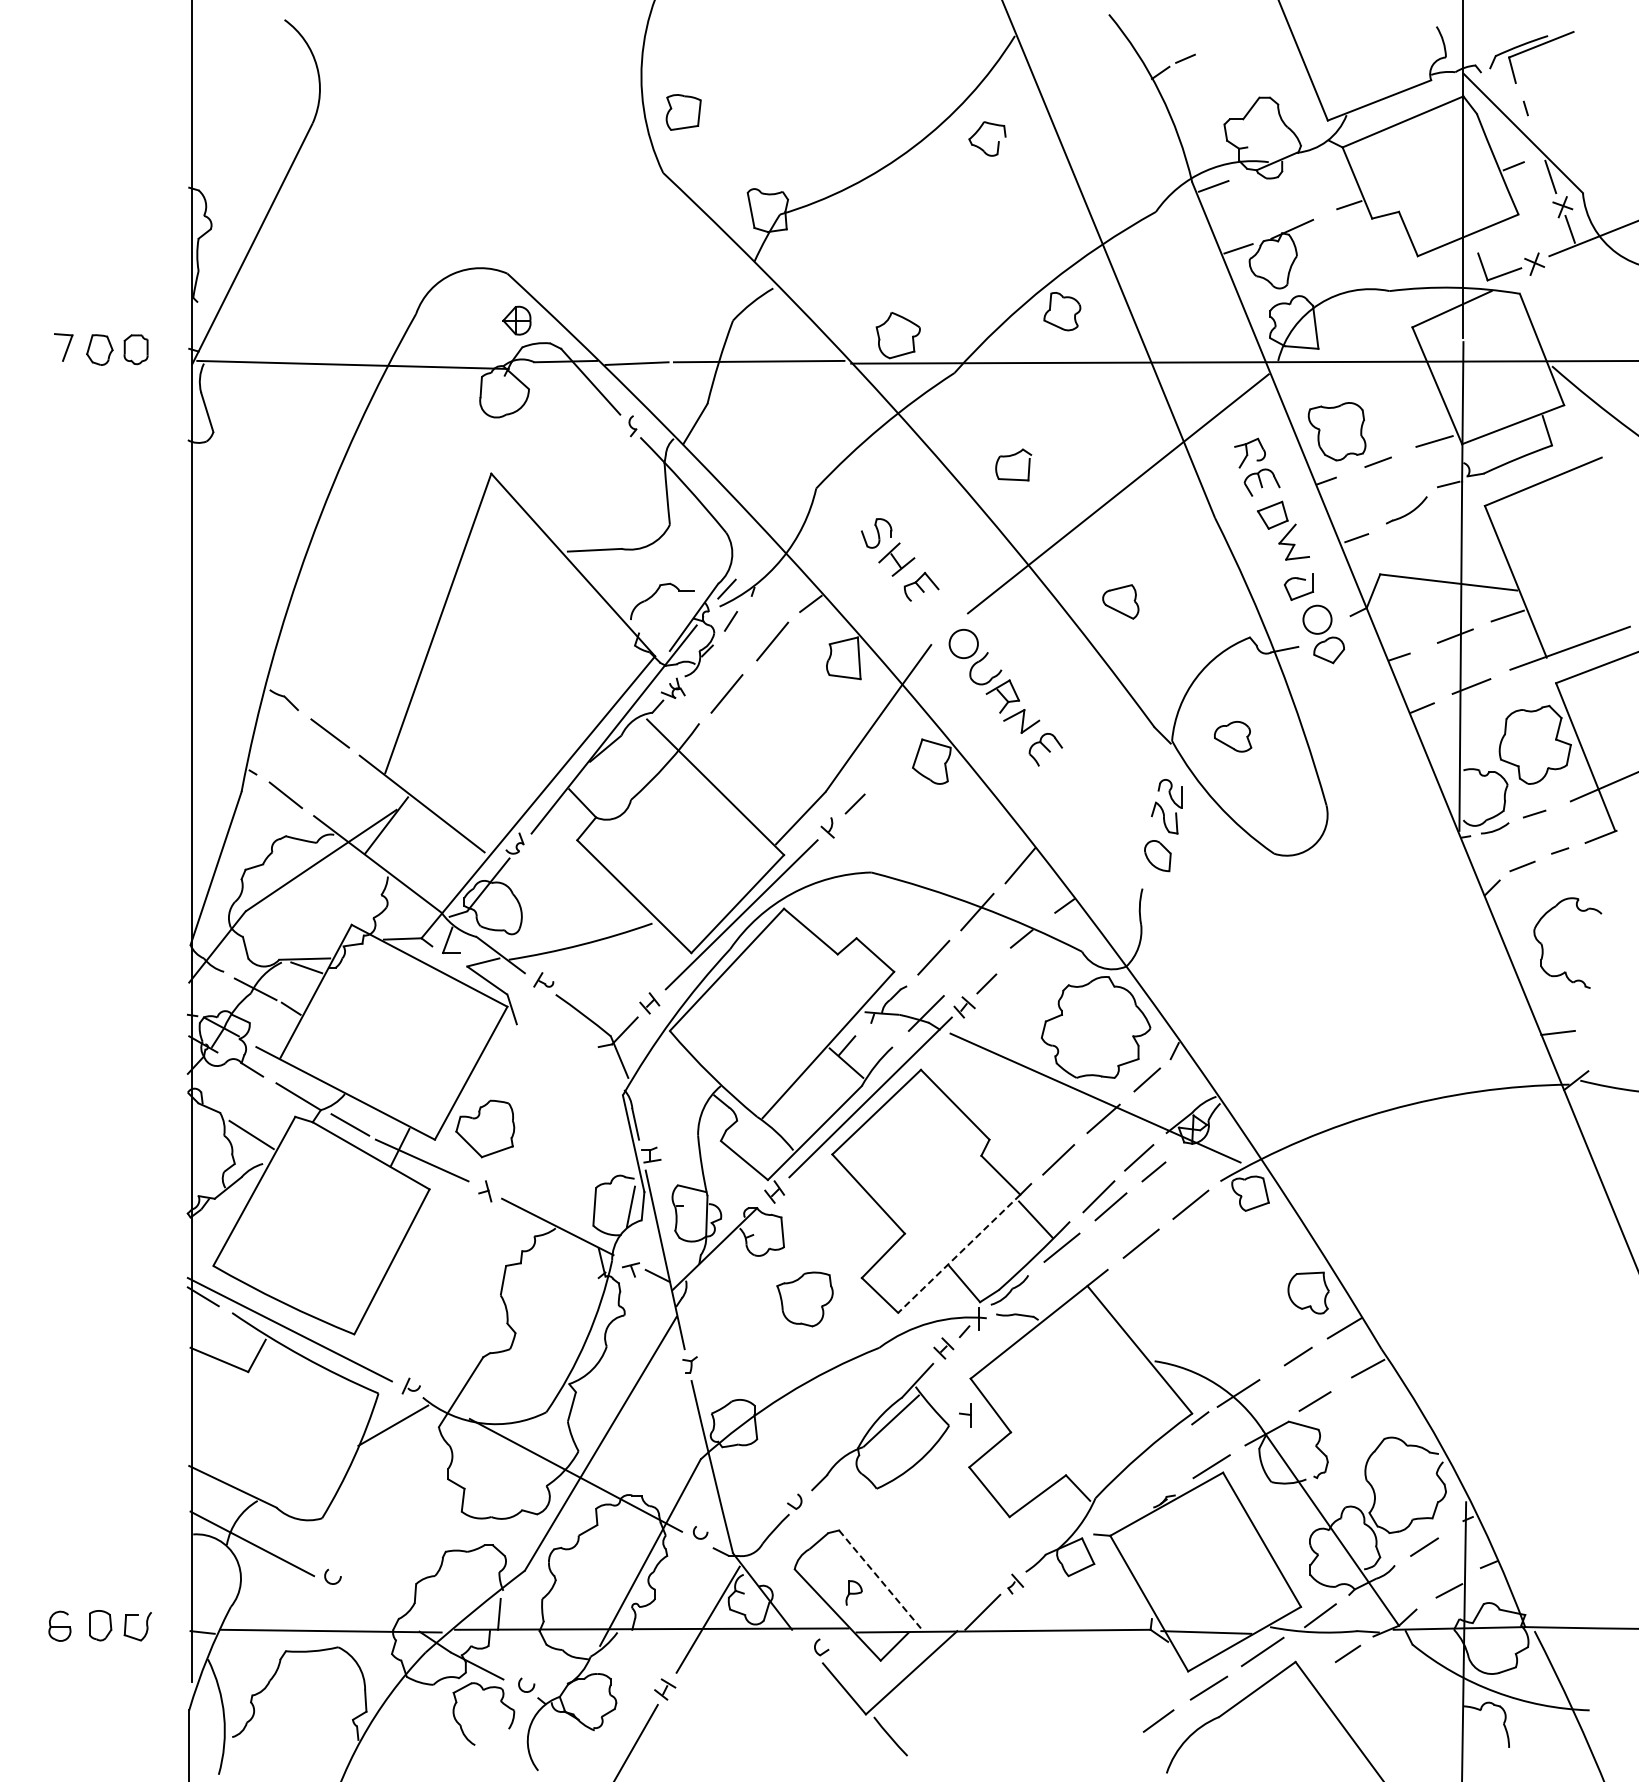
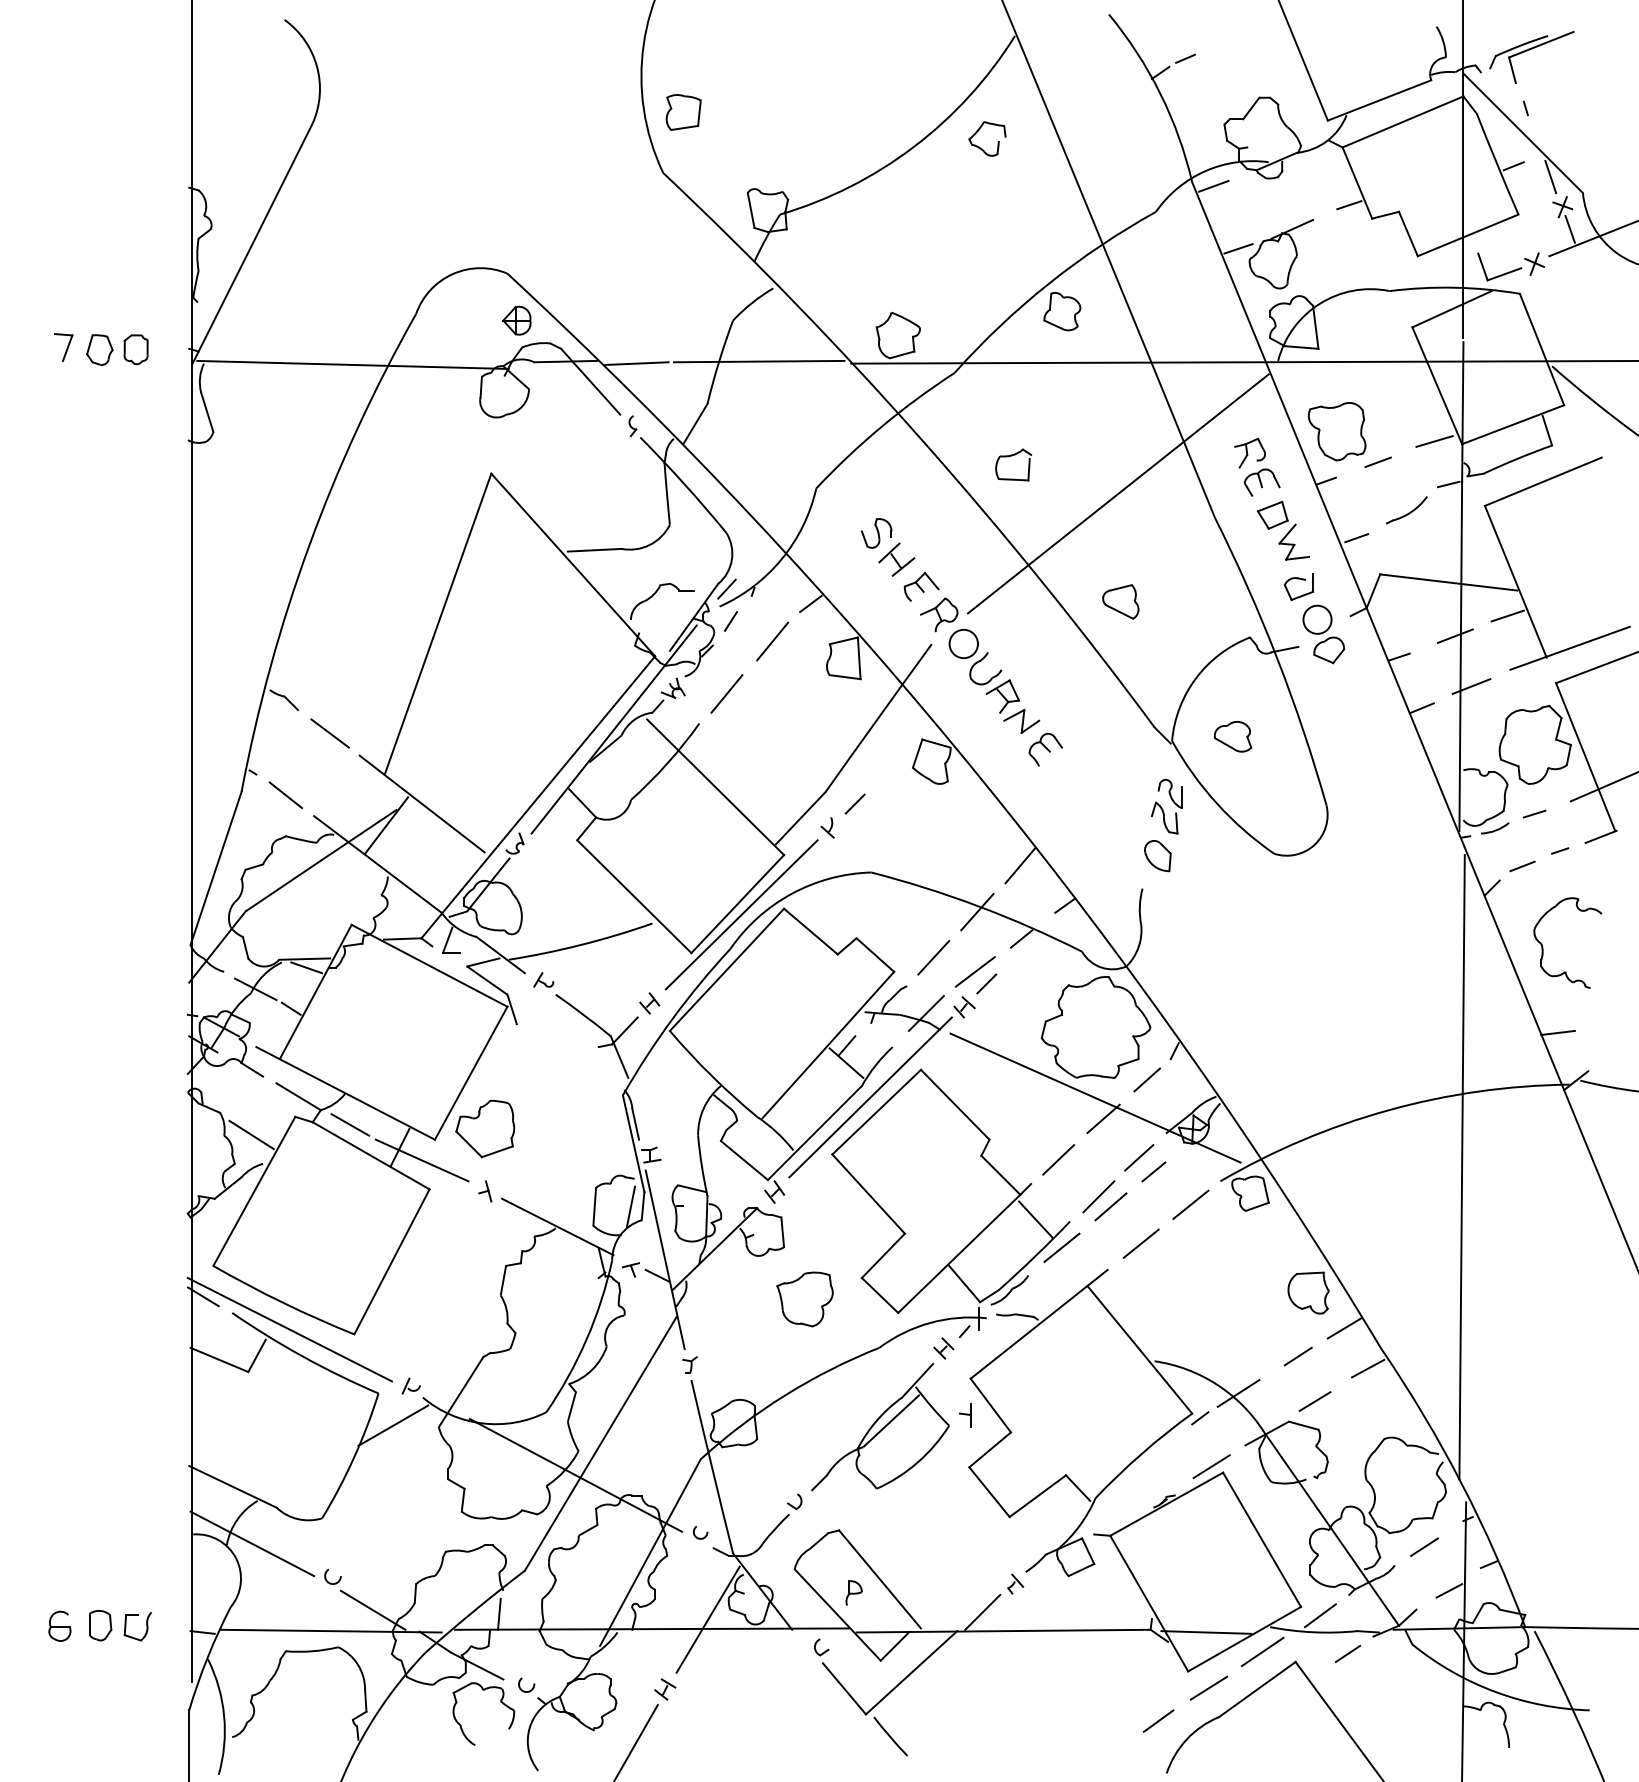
part at (939, 614): none -> present
line at (974, 971): none -> present
line at (1461, 1167): none -> present
line at (959, 1253): dashed -> solid
line at (880, 1579): dashed -> solid
line at (372, 1609): none -> present
